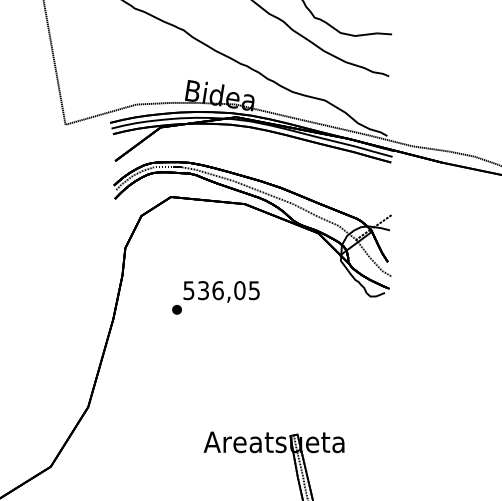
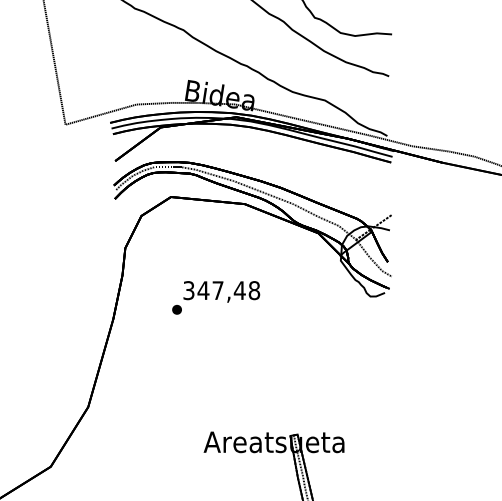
text at (222, 290): 536,05 -> 347,48
